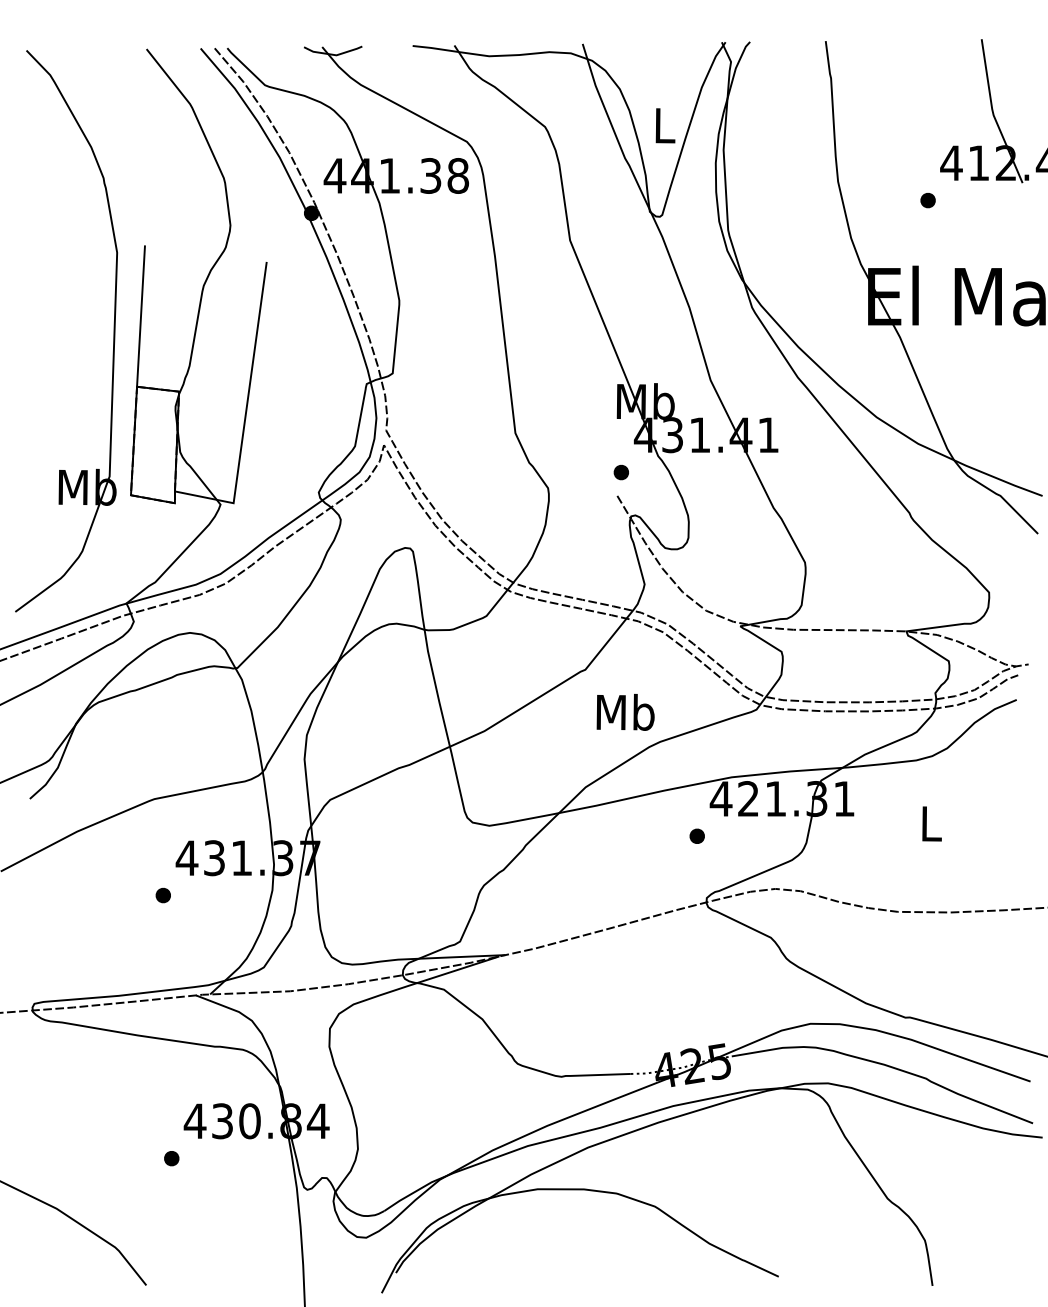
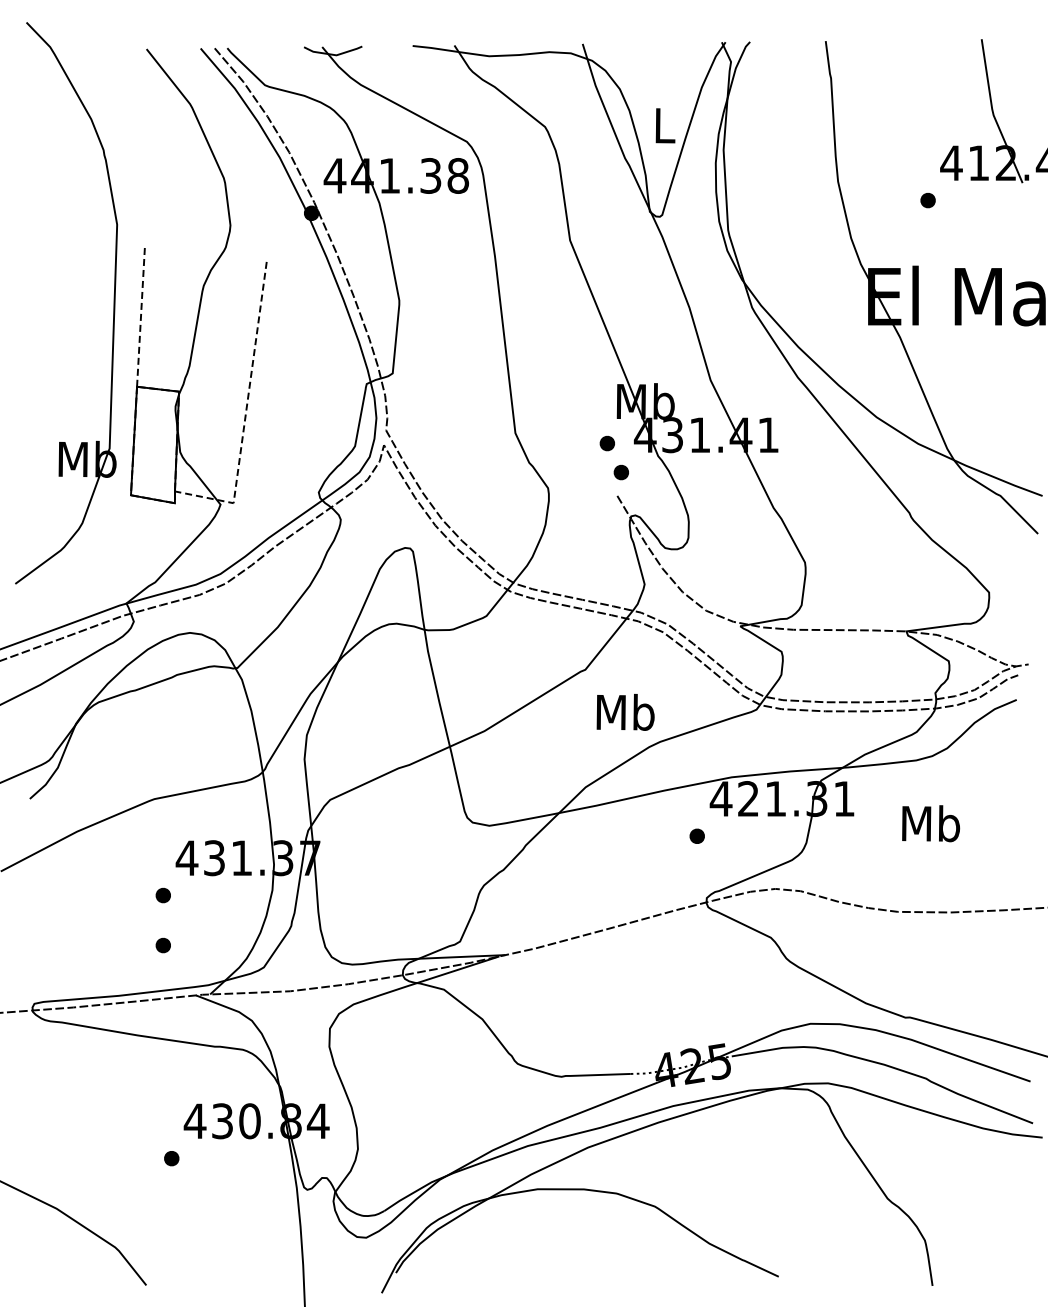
line at (141, 316): solid -> dashed
part at (113, 331) position: (113, 331) -> (113, 303)
line at (245, 413): solid -> dashed
part at (606, 443): none -> present
text at (931, 823): L -> Mb
part at (162, 945): none -> present
